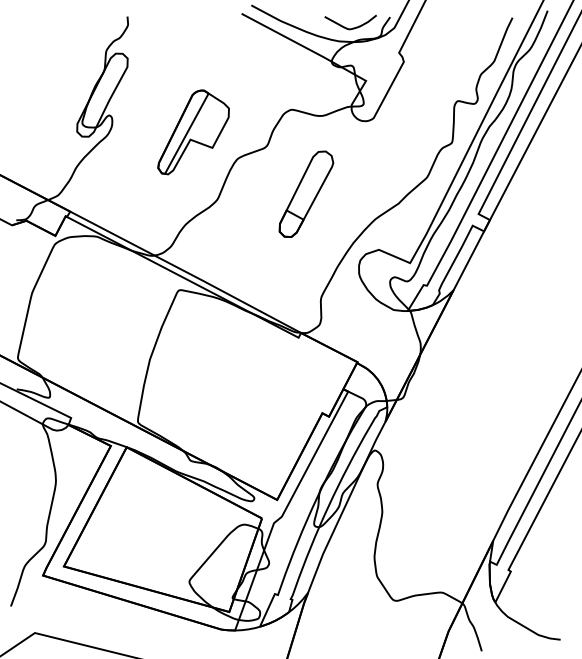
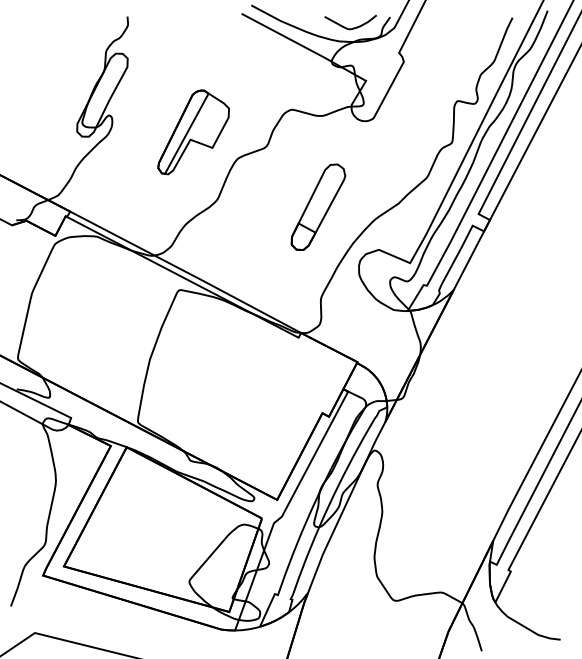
part at (306, 193) position: (306, 193) -> (318, 206)
